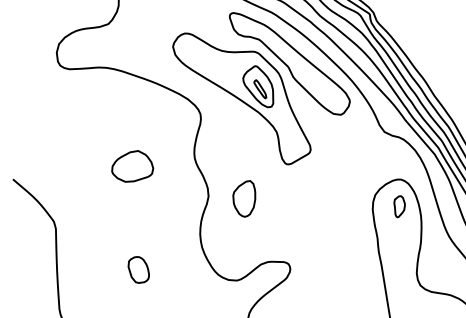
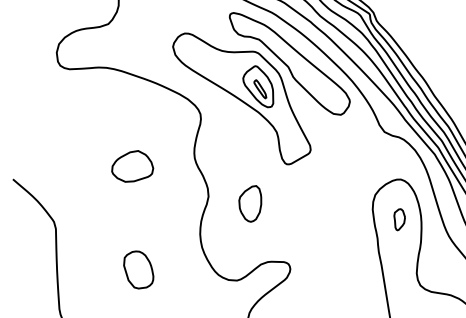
part at (244, 198) position: (244, 198) -> (250, 203)
part at (399, 206) position: (399, 206) -> (399, 219)
part at (138, 269) size: 23x28 px -> 32x40 px
